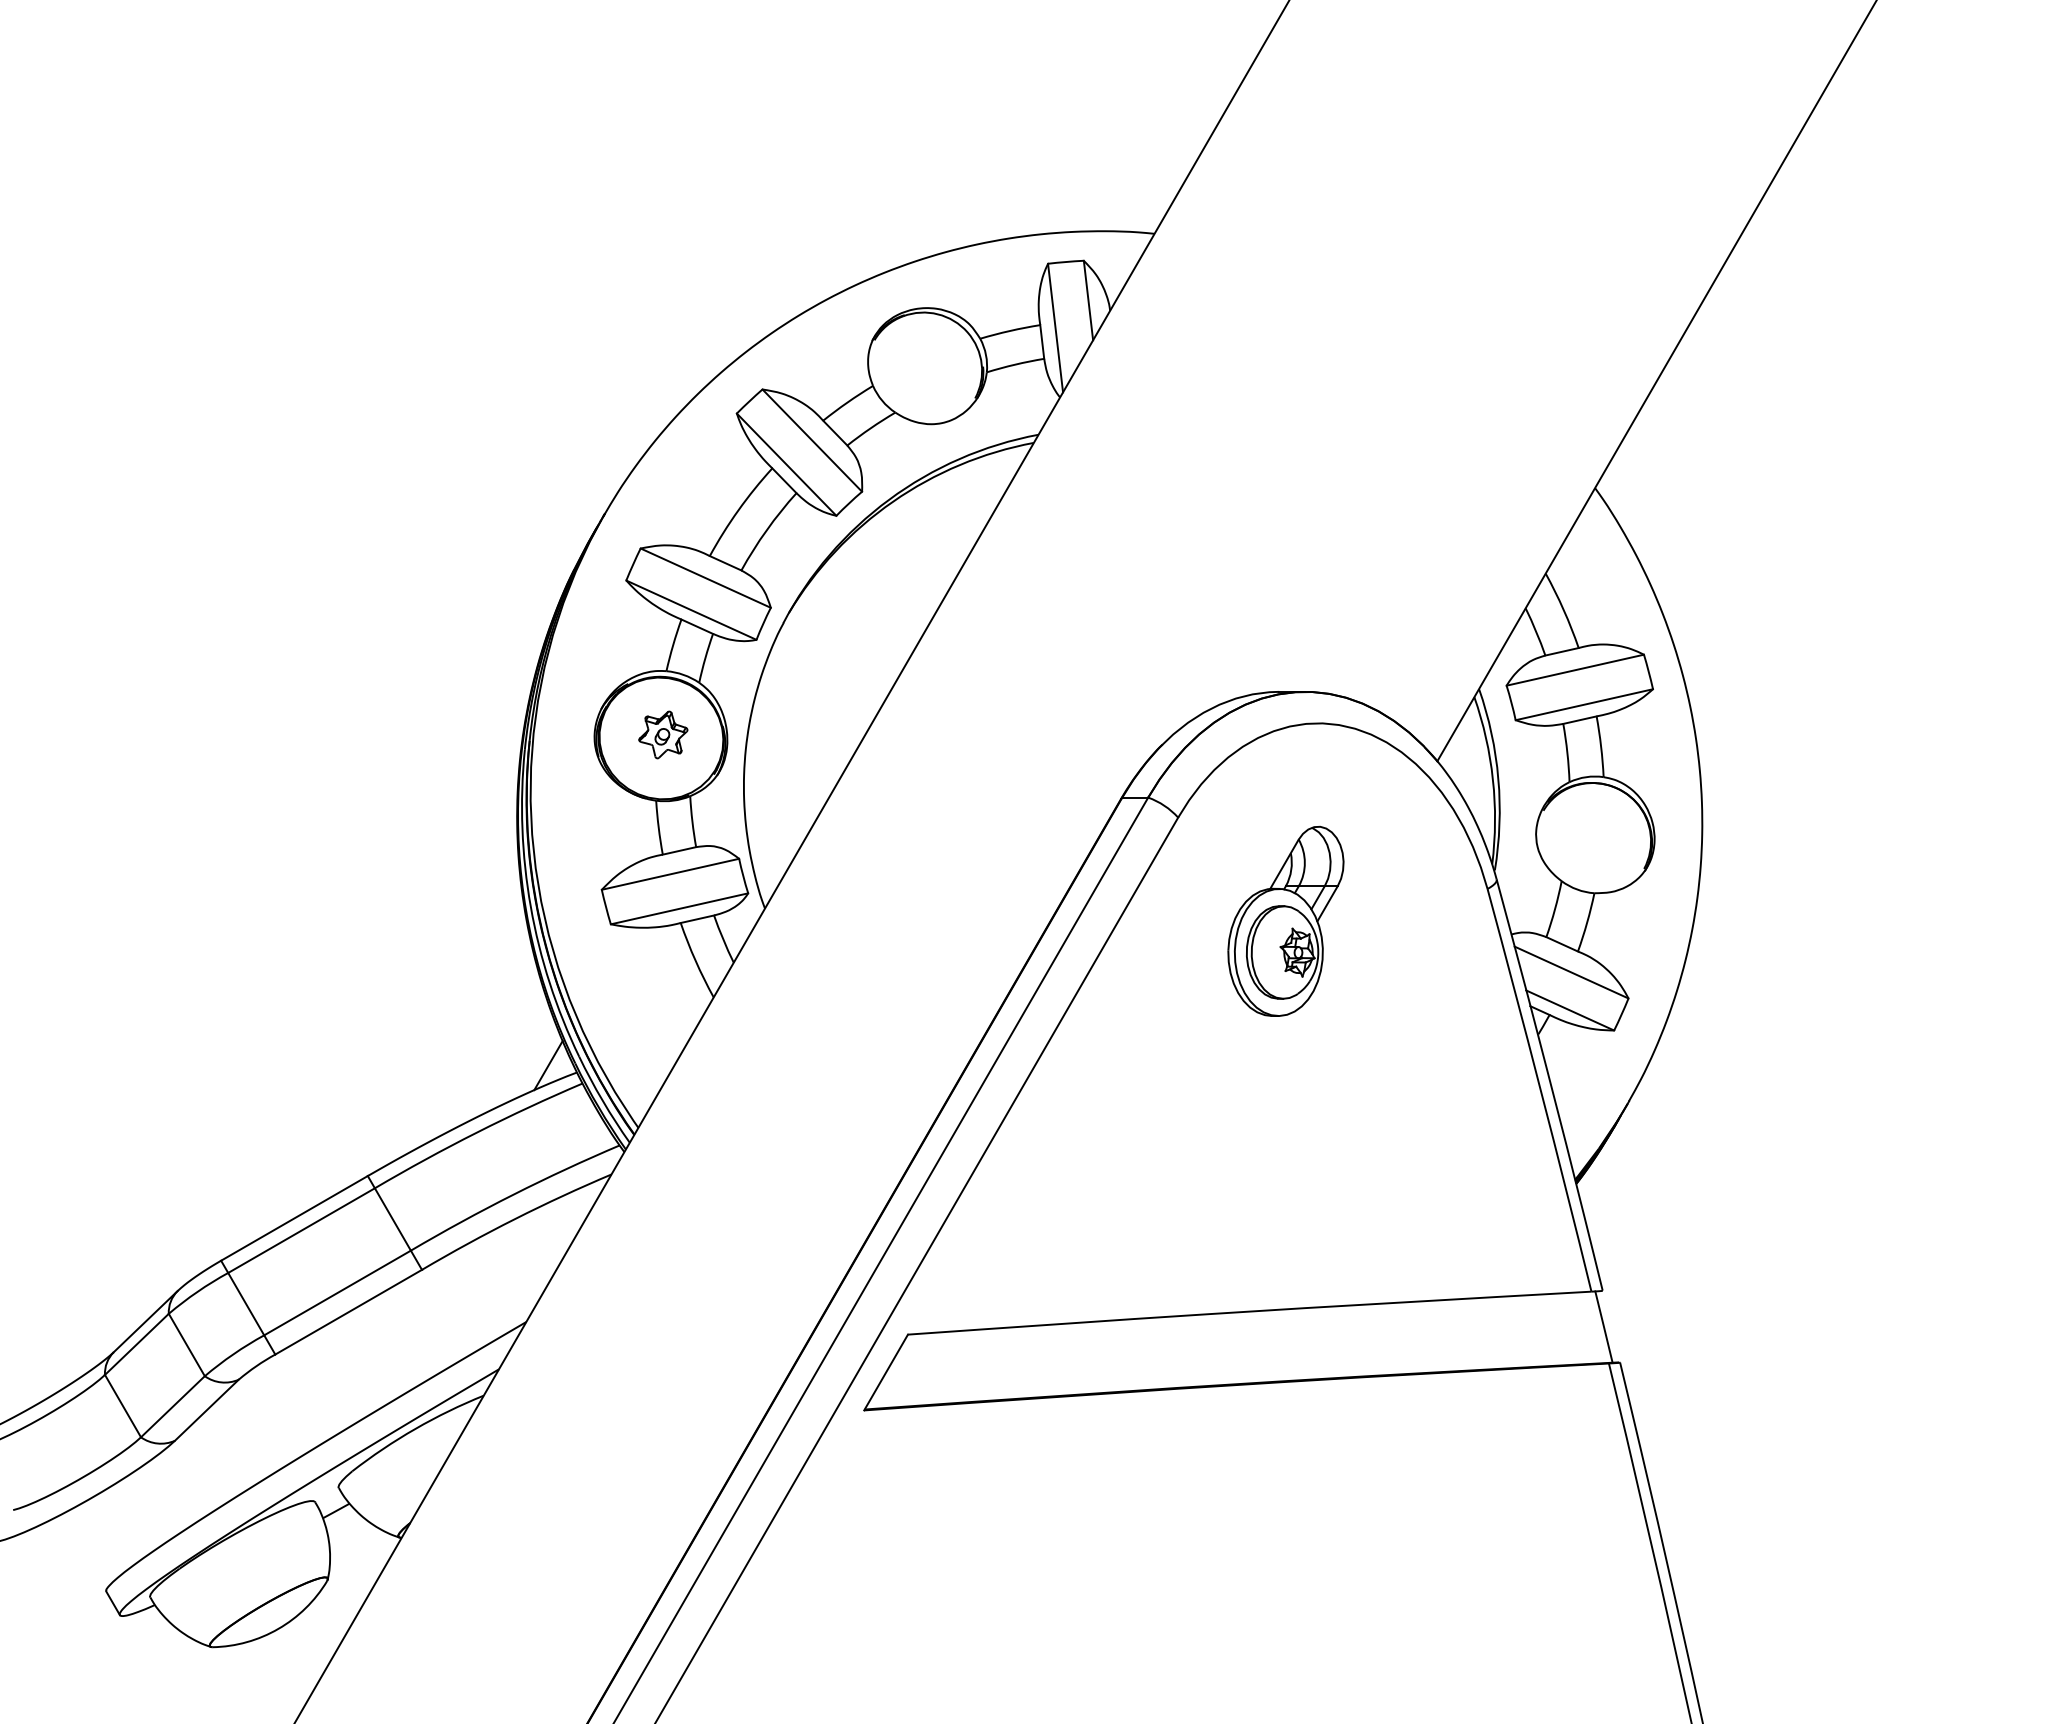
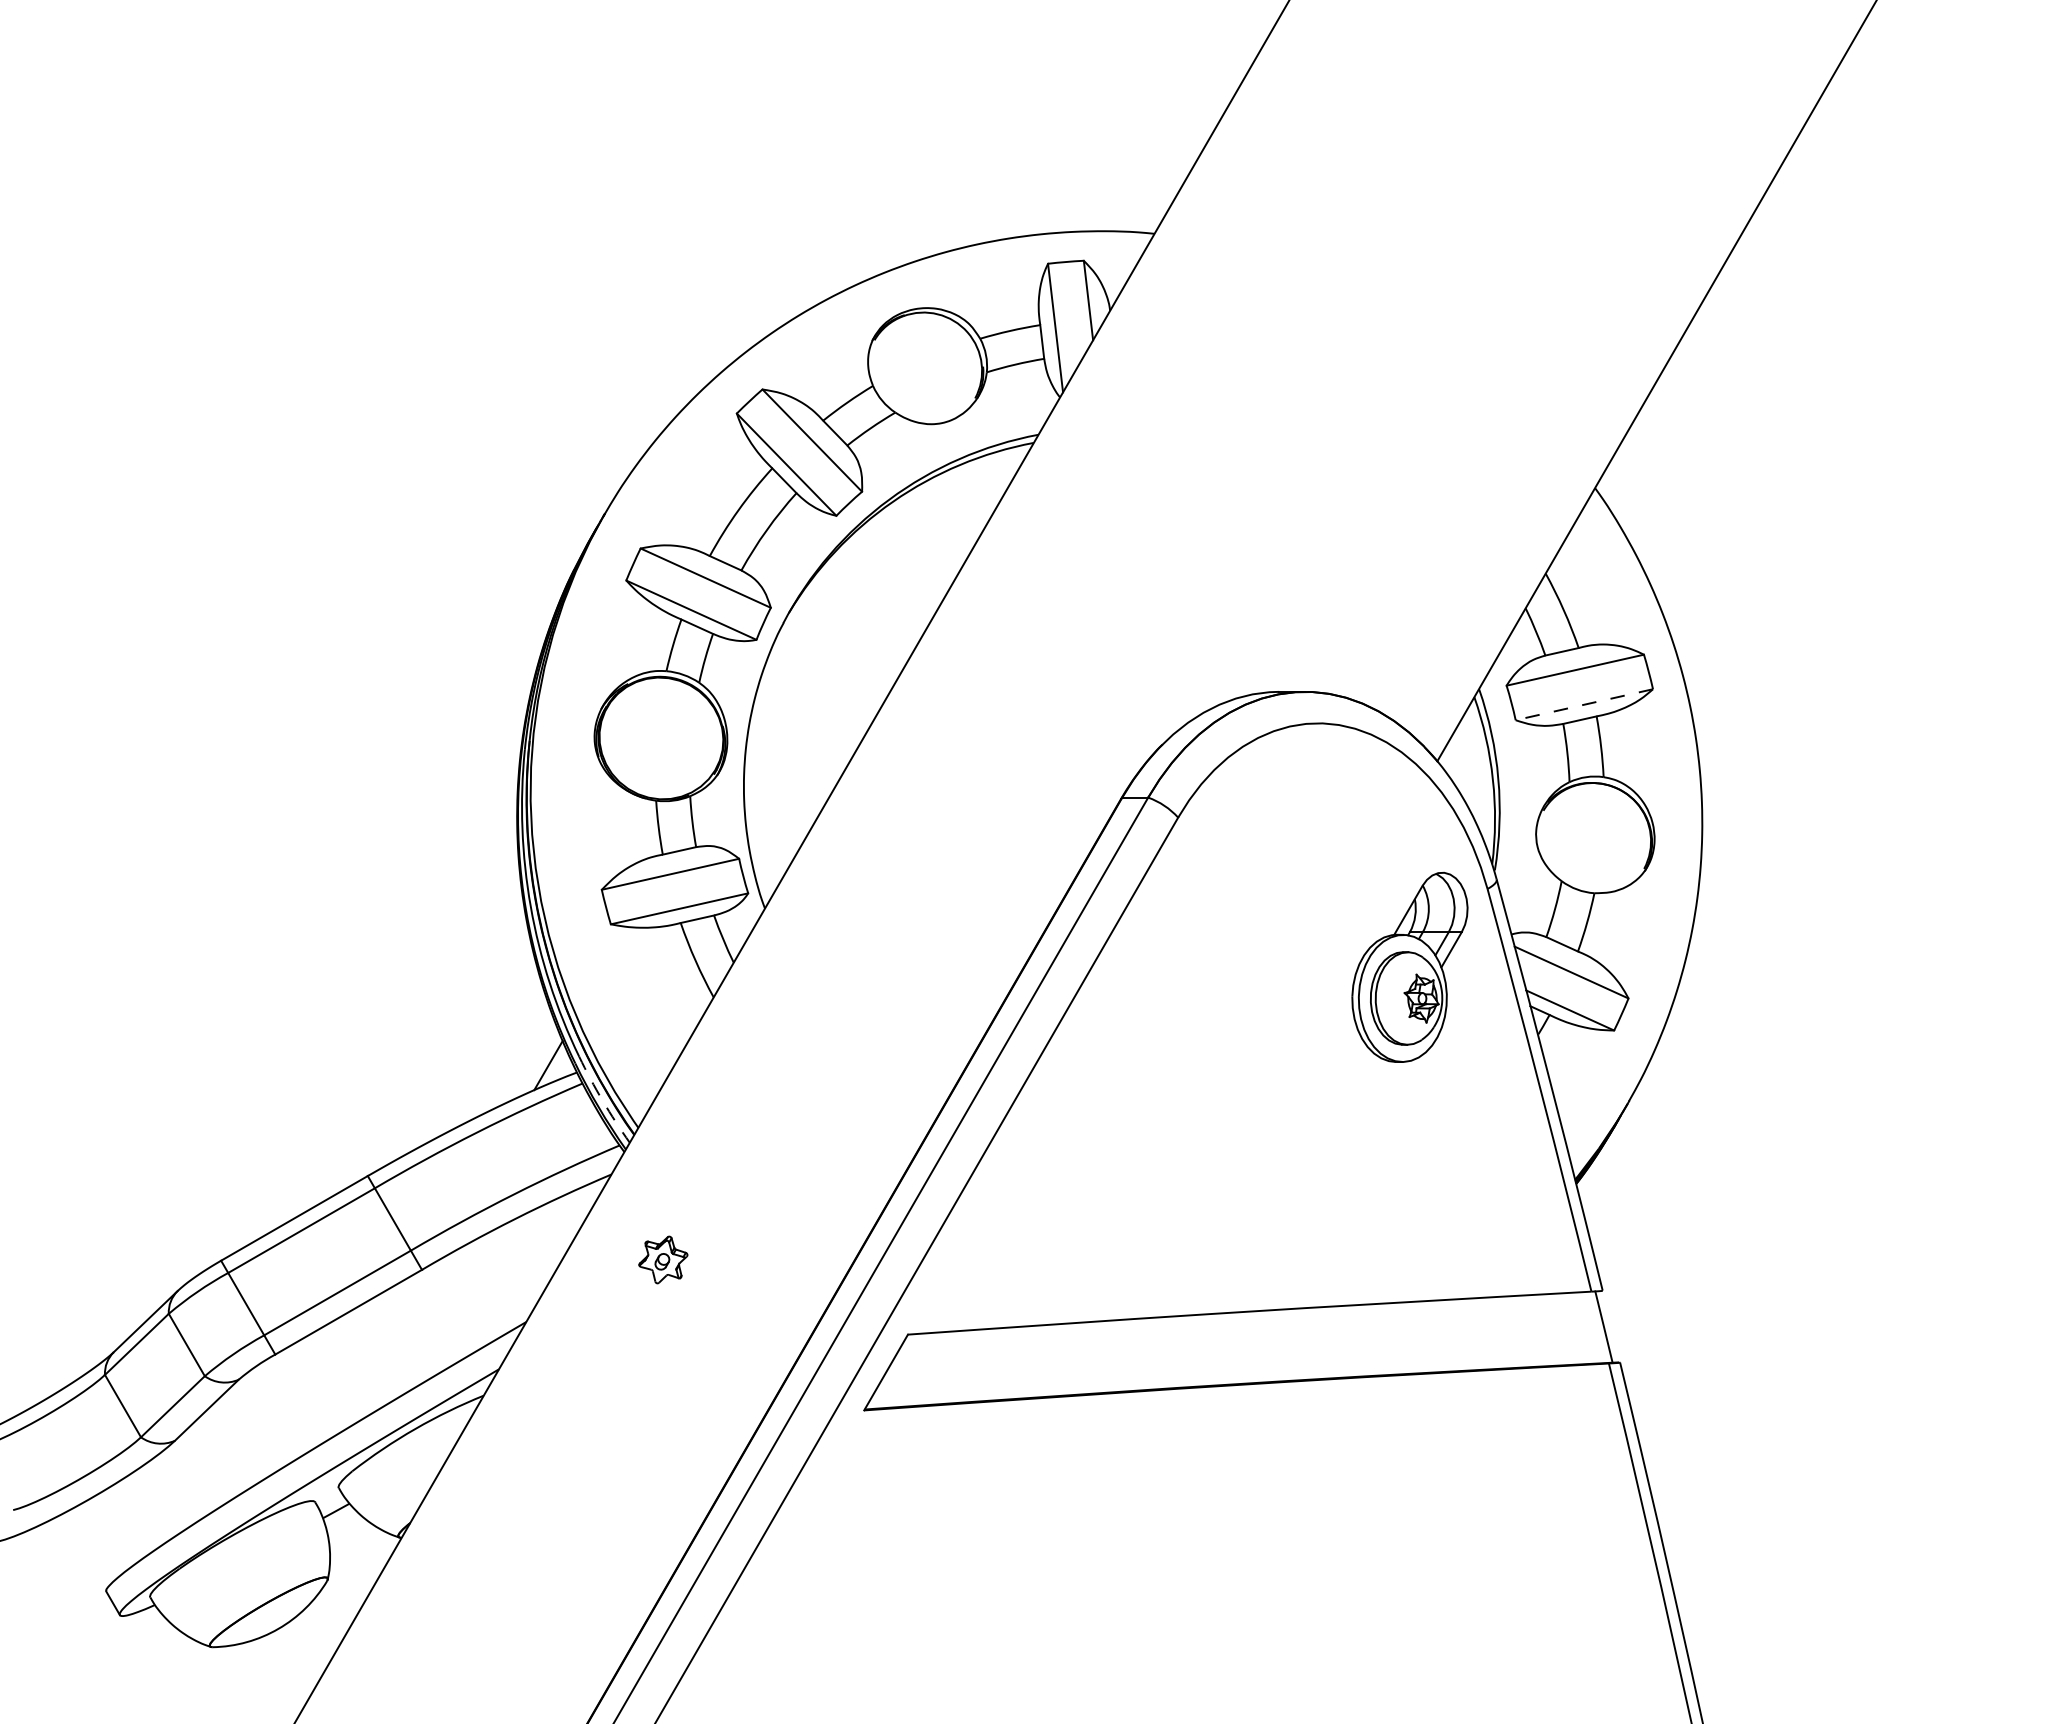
line at (1583, 704): solid -> dashed
part at (663, 734) position: (663, 734) -> (663, 1259)
part at (1285, 920) position: (1285, 920) -> (1409, 966)
arc at (602, 1100): solid -> dashed
